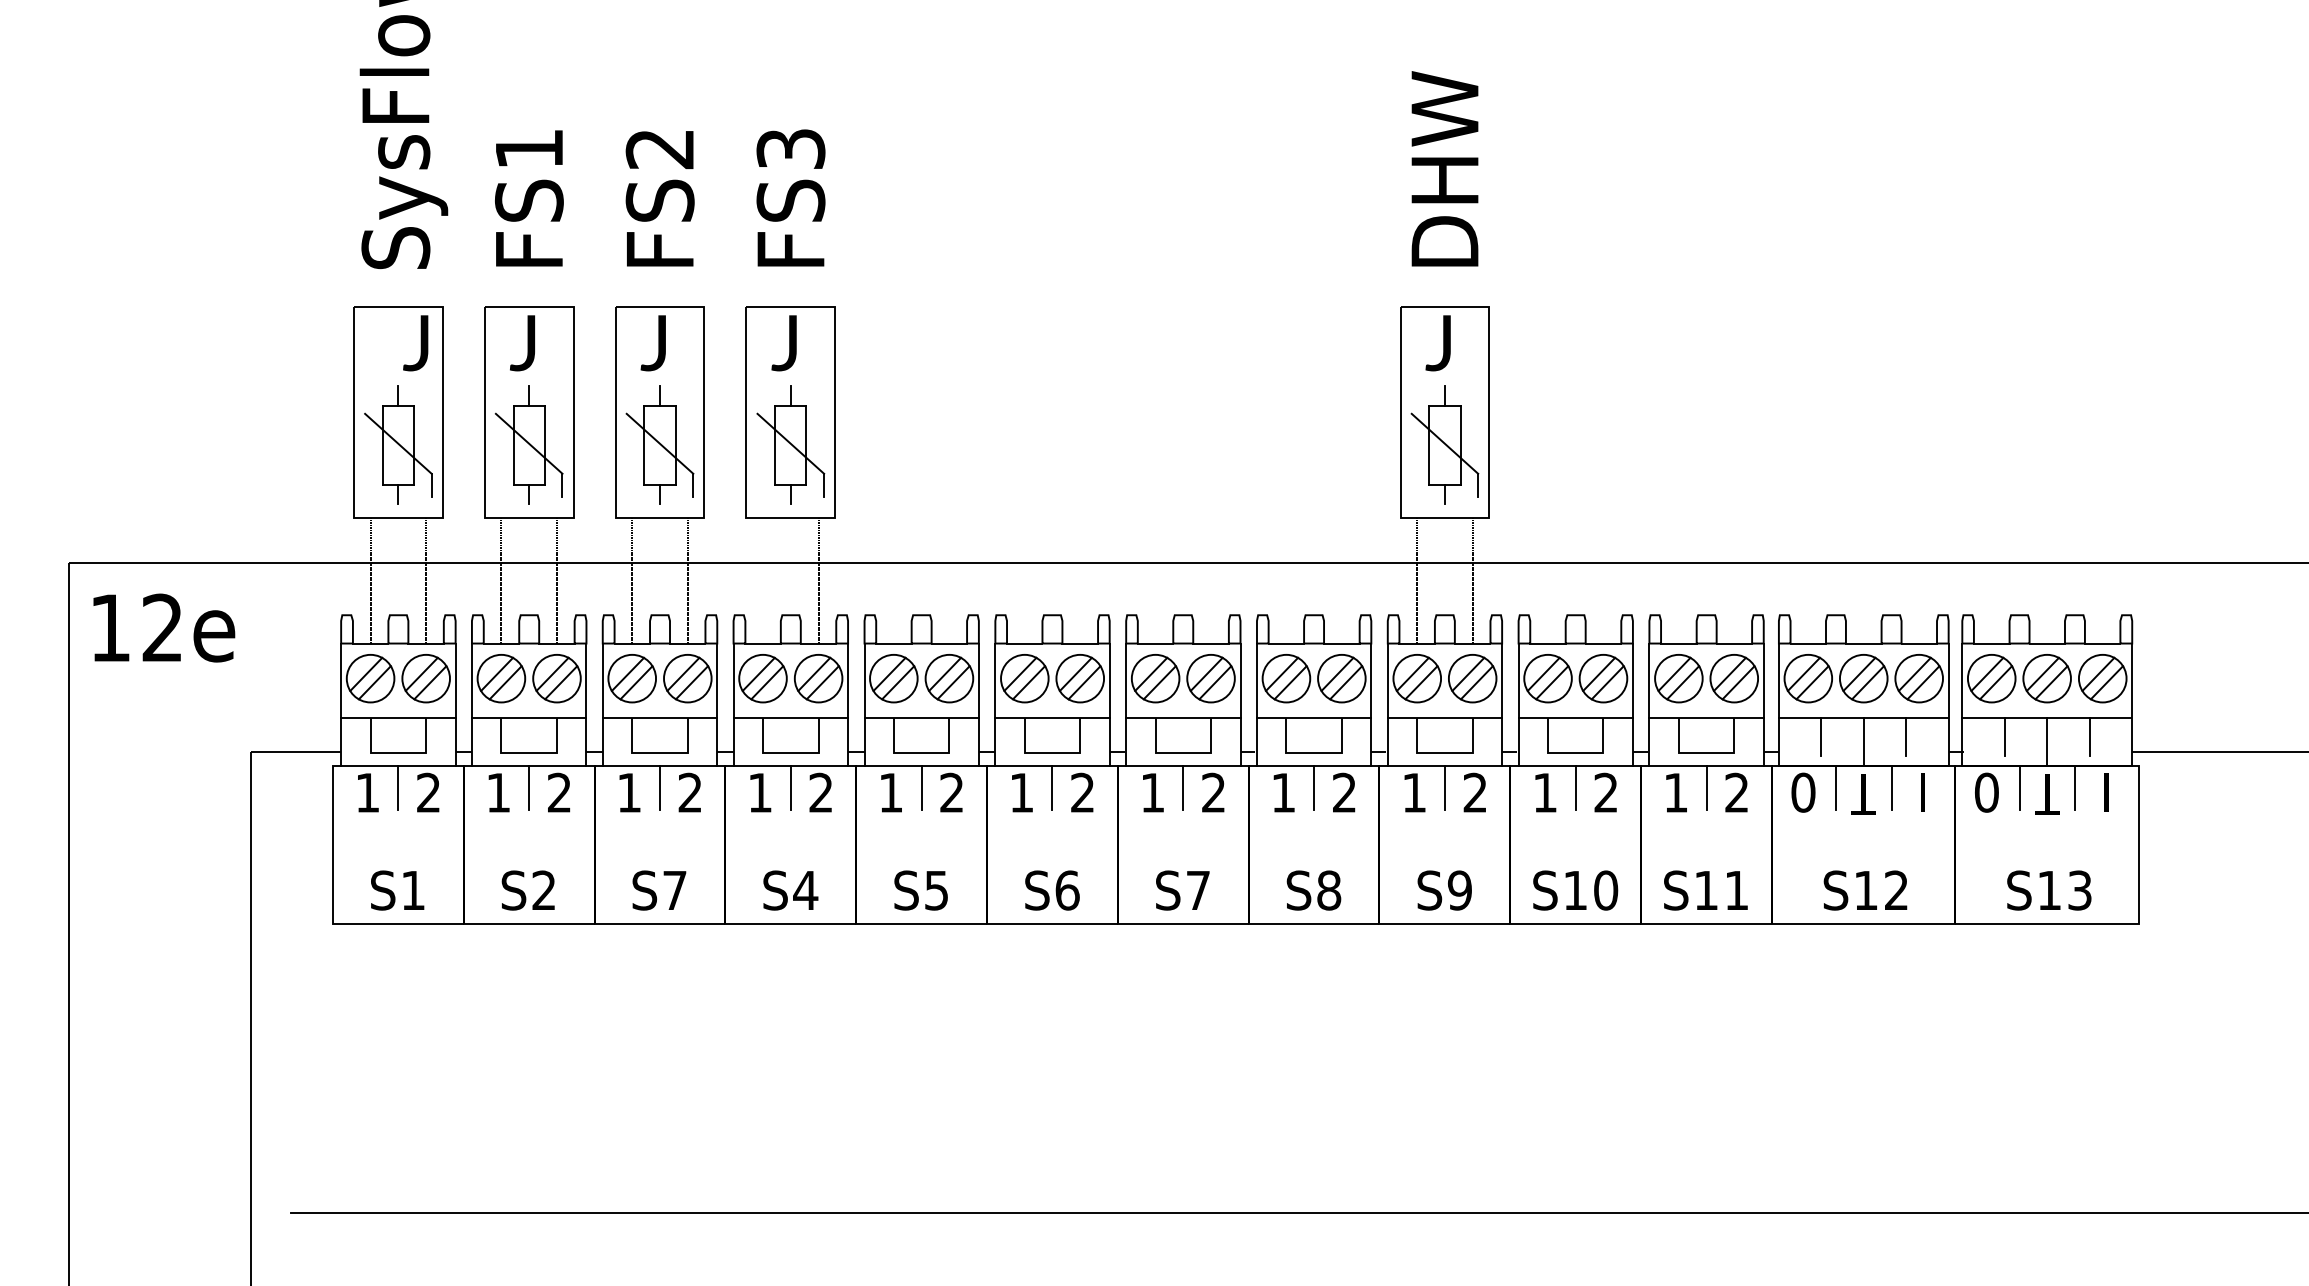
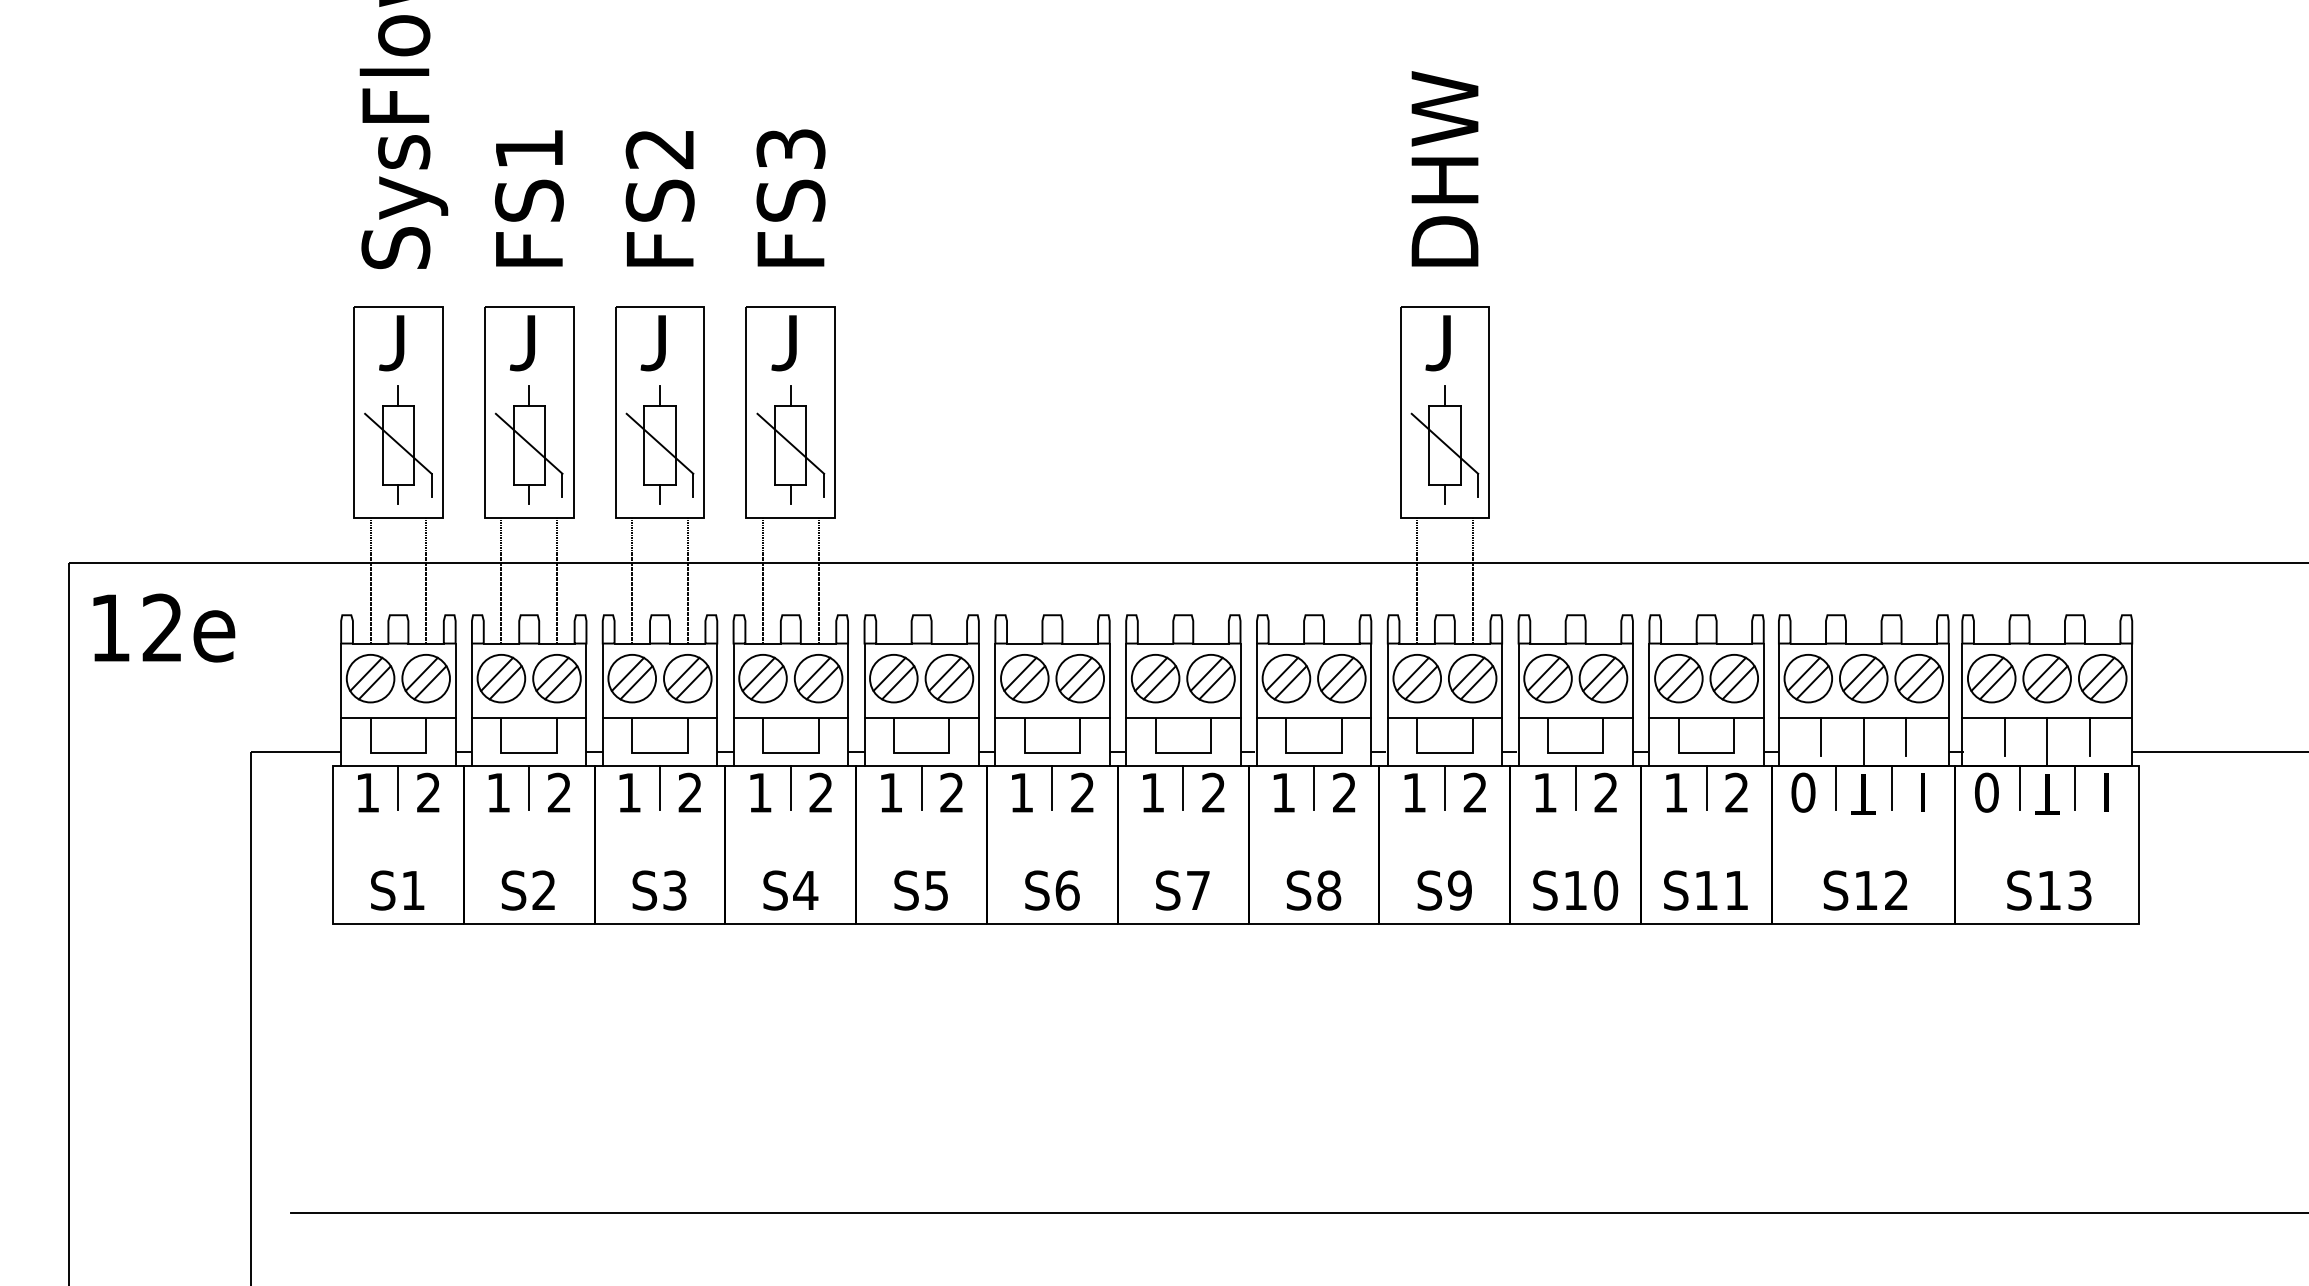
text at (415, 343) position: (415, 343) -> (391, 343)
line at (763, 580): none -> present
text at (674, 890): S7 -> S3
